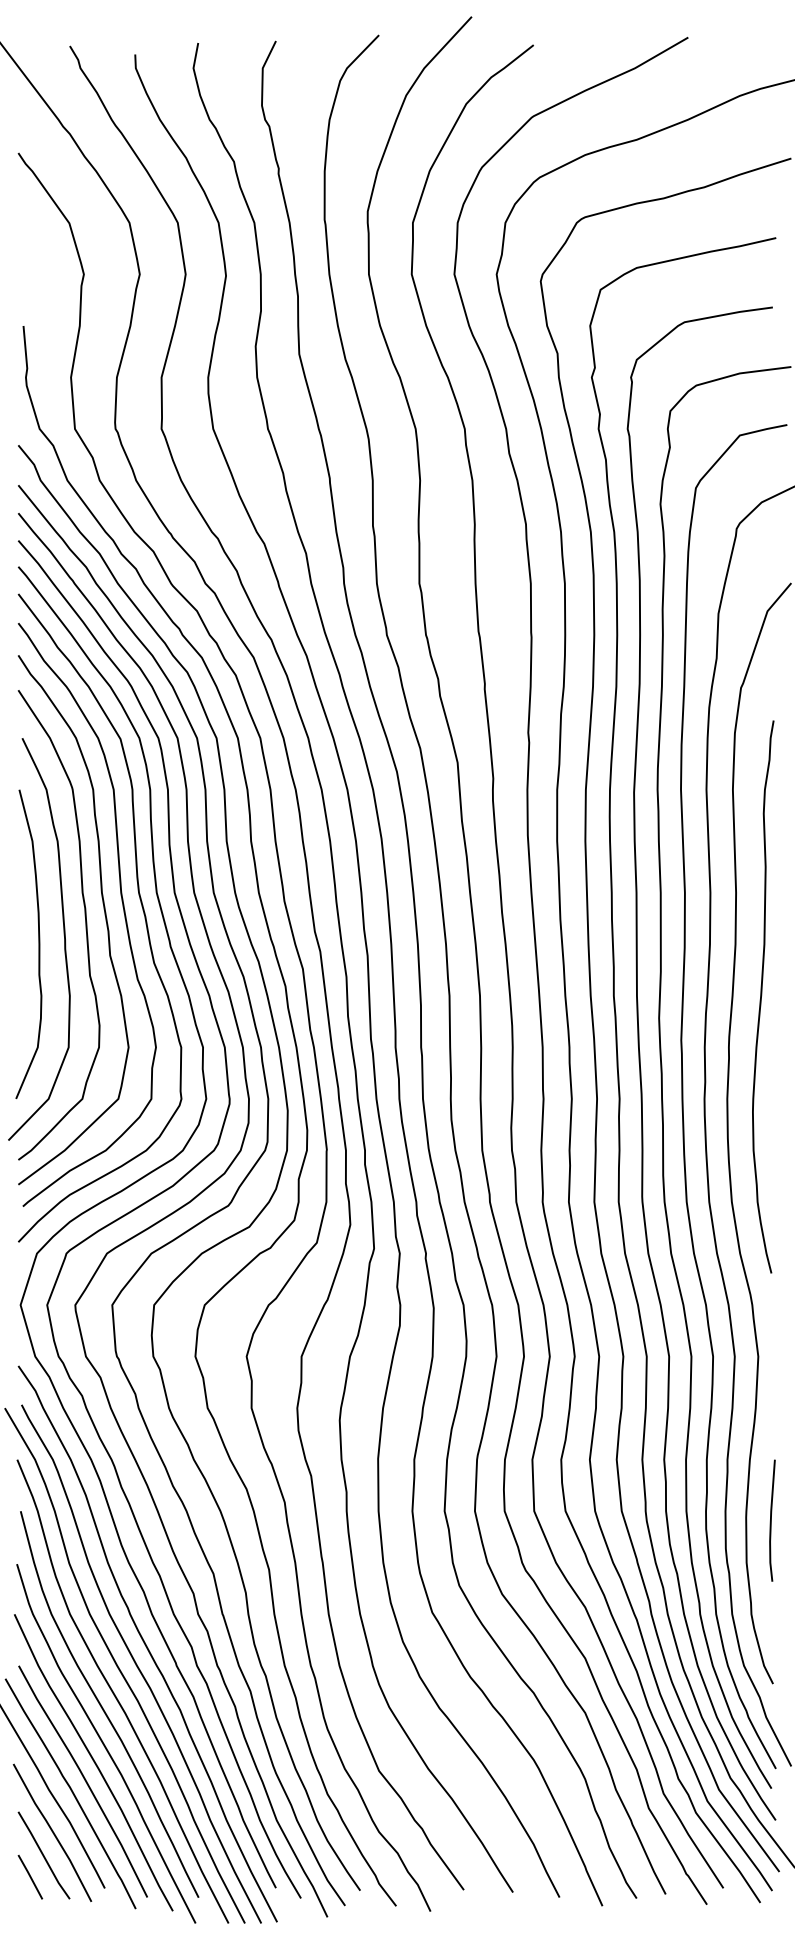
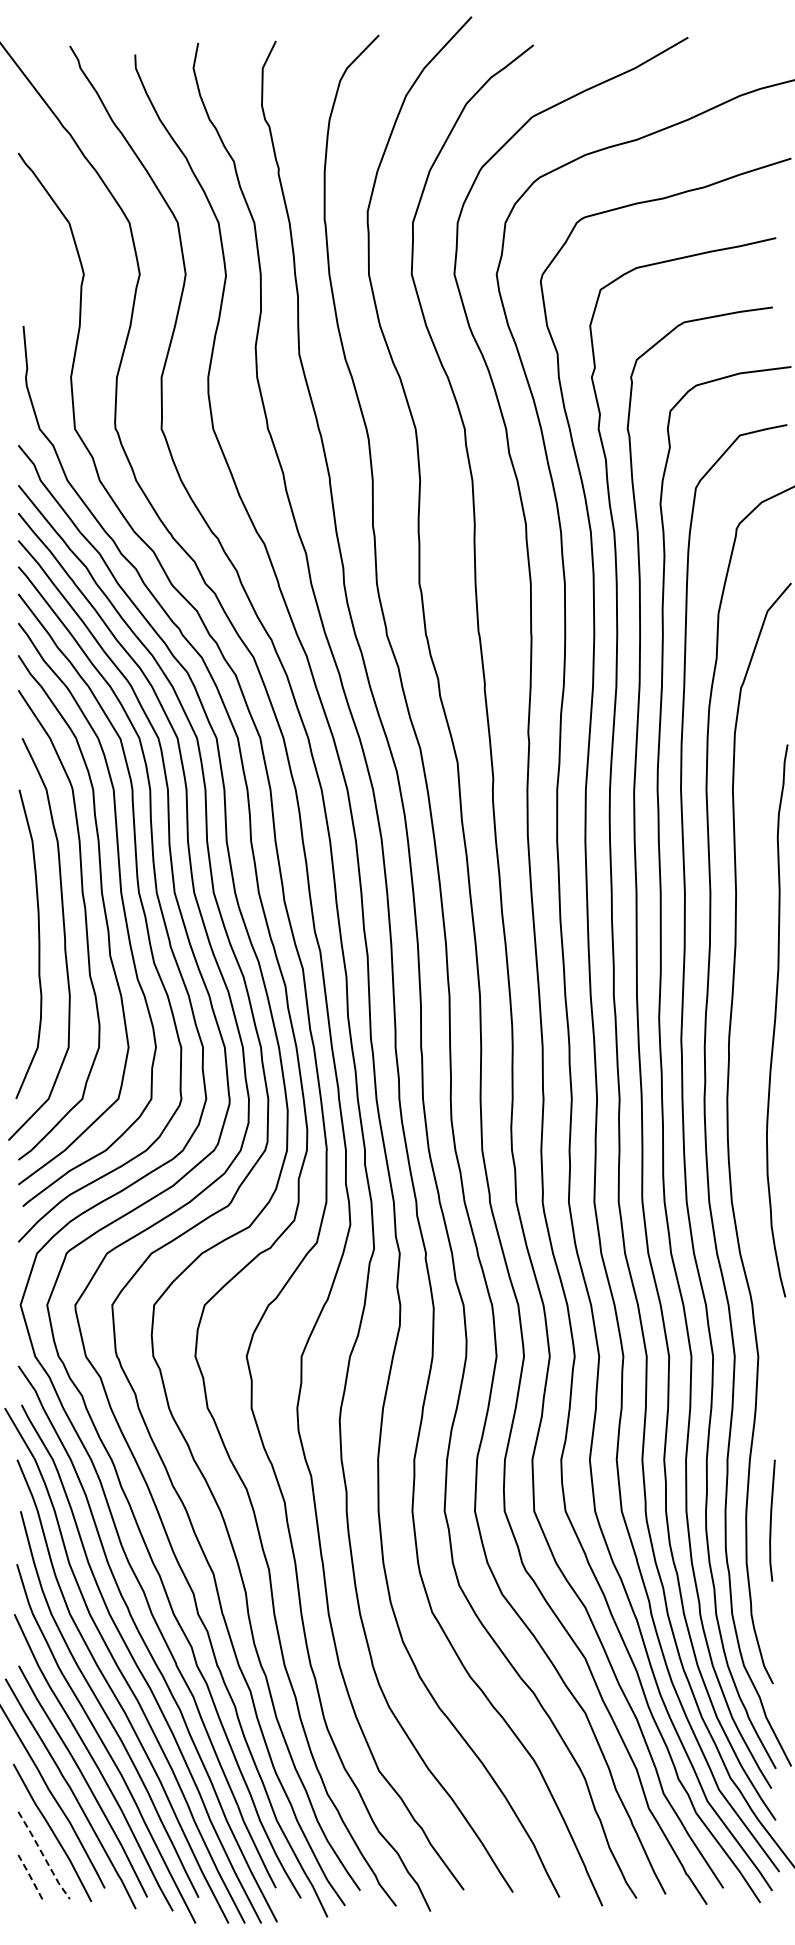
curve at (762, 995) position: (762, 995) -> (776, 1019)
line at (43, 1856): solid -> dashed
line at (30, 1876): solid -> dashed
